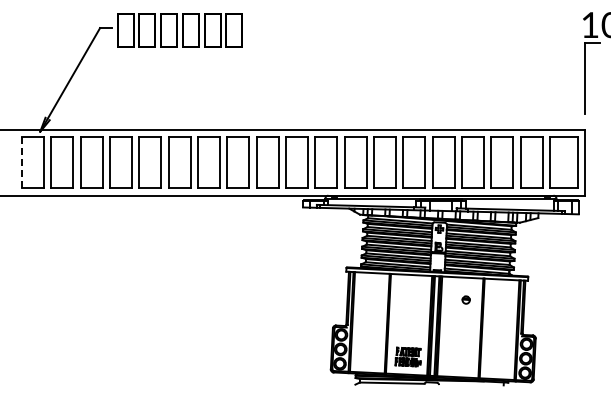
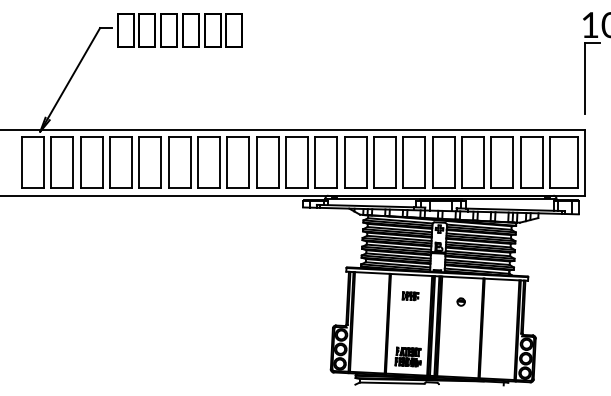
line at (21, 162): dashed -> solid
part at (410, 296): none -> present
part at (465, 299) position: (465, 299) -> (460, 301)
